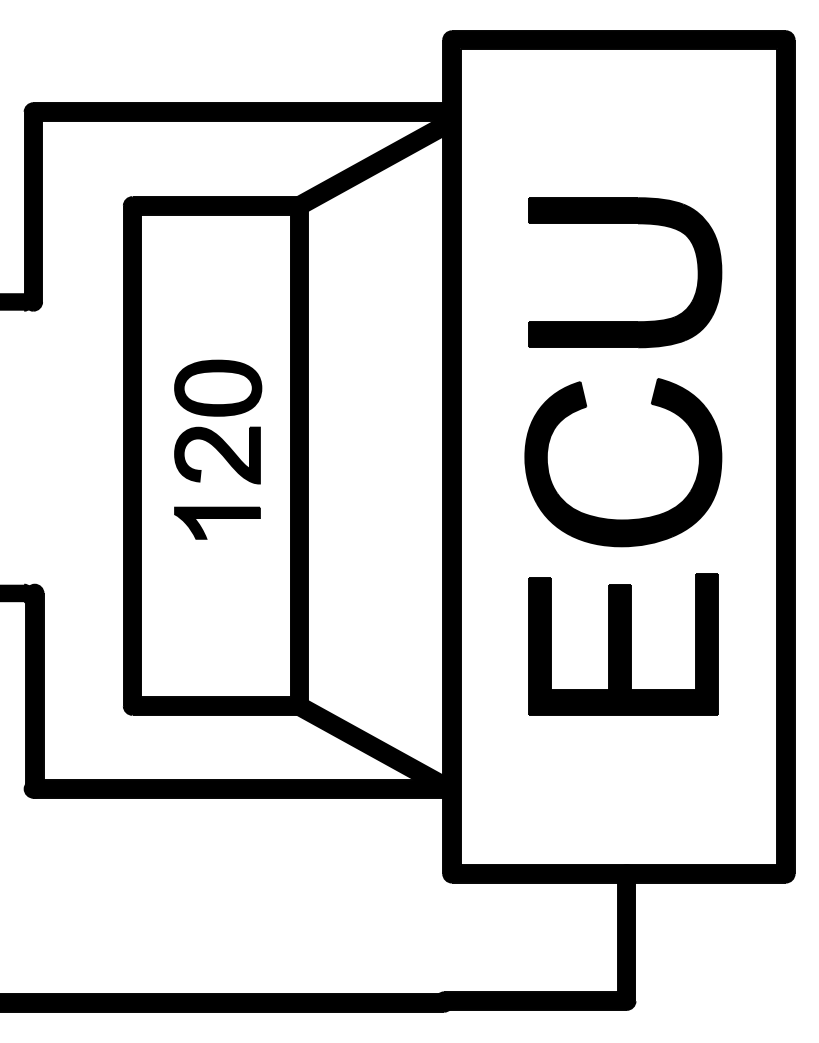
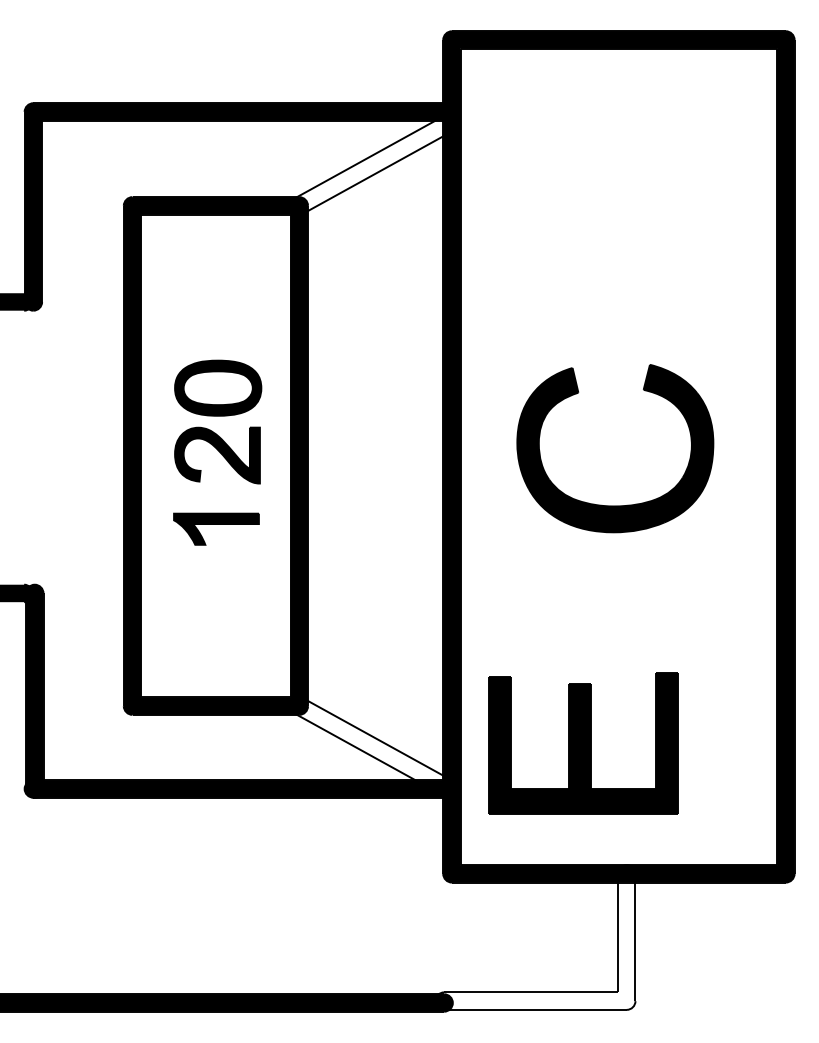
fill at (374, 164): present -> none
part at (625, 223): present -> none
part at (623, 519) position: (623, 519) -> (615, 505)
part at (217, 522) position: (217, 522) -> (216, 528)
part at (623, 644) position: (623, 644) -> (583, 743)
fill at (374, 747): present -> none
fill at (535, 937): present -> none
